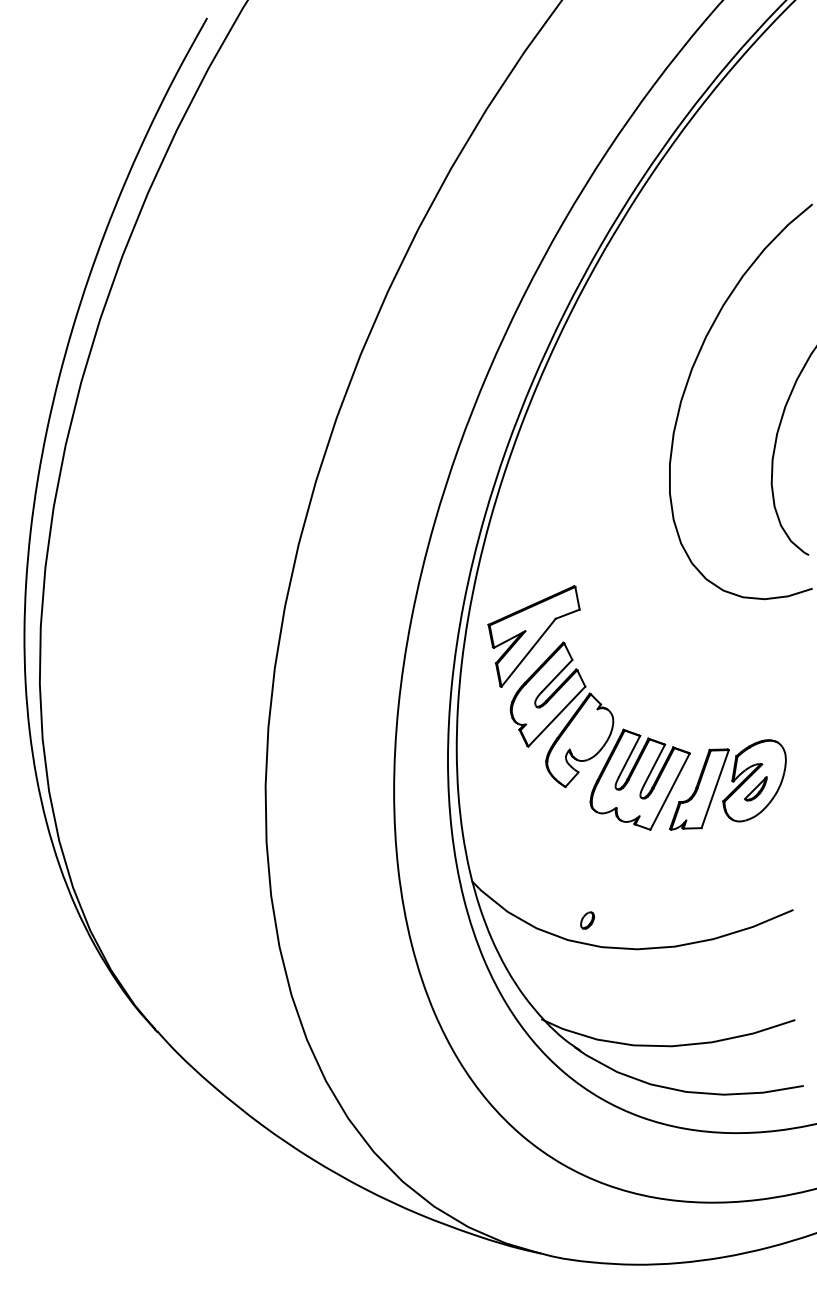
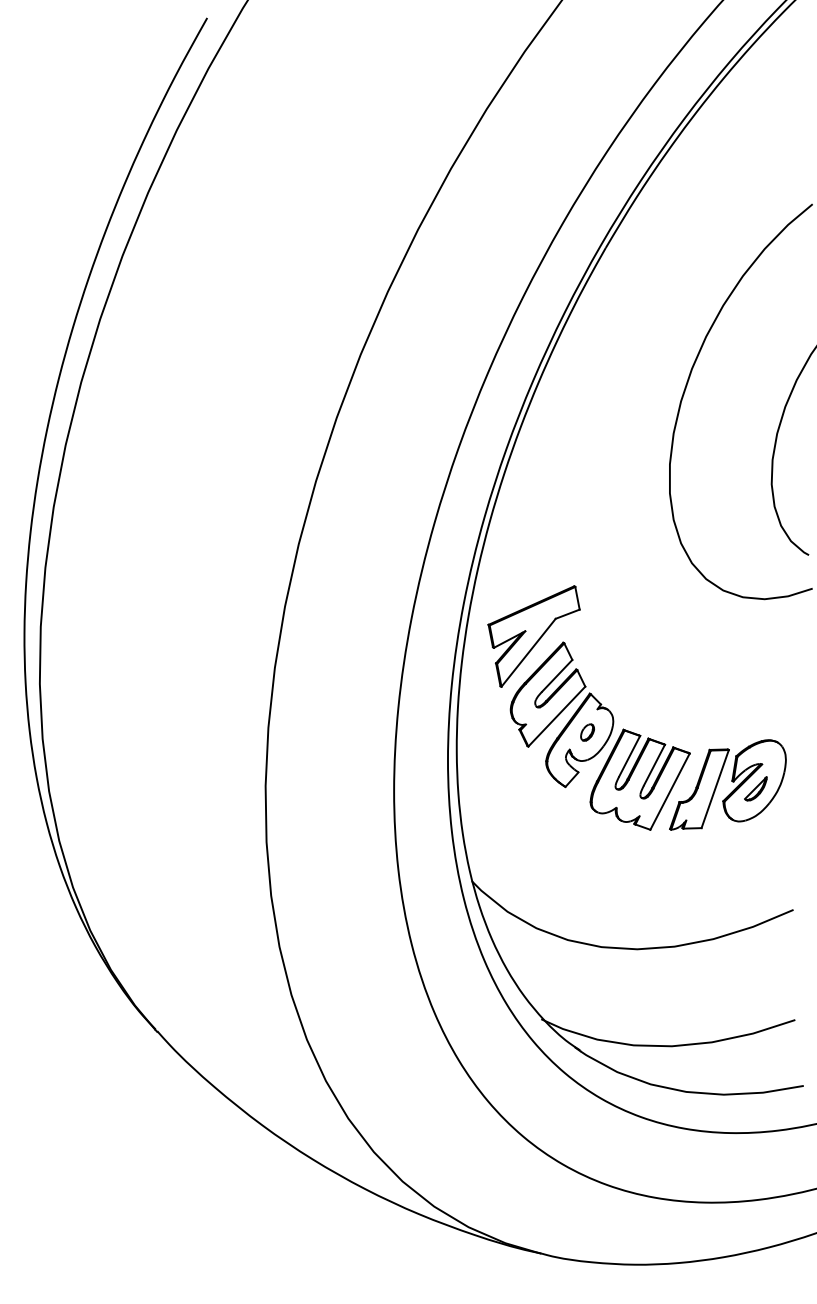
part at (587, 920) position: (587, 920) -> (587, 732)
